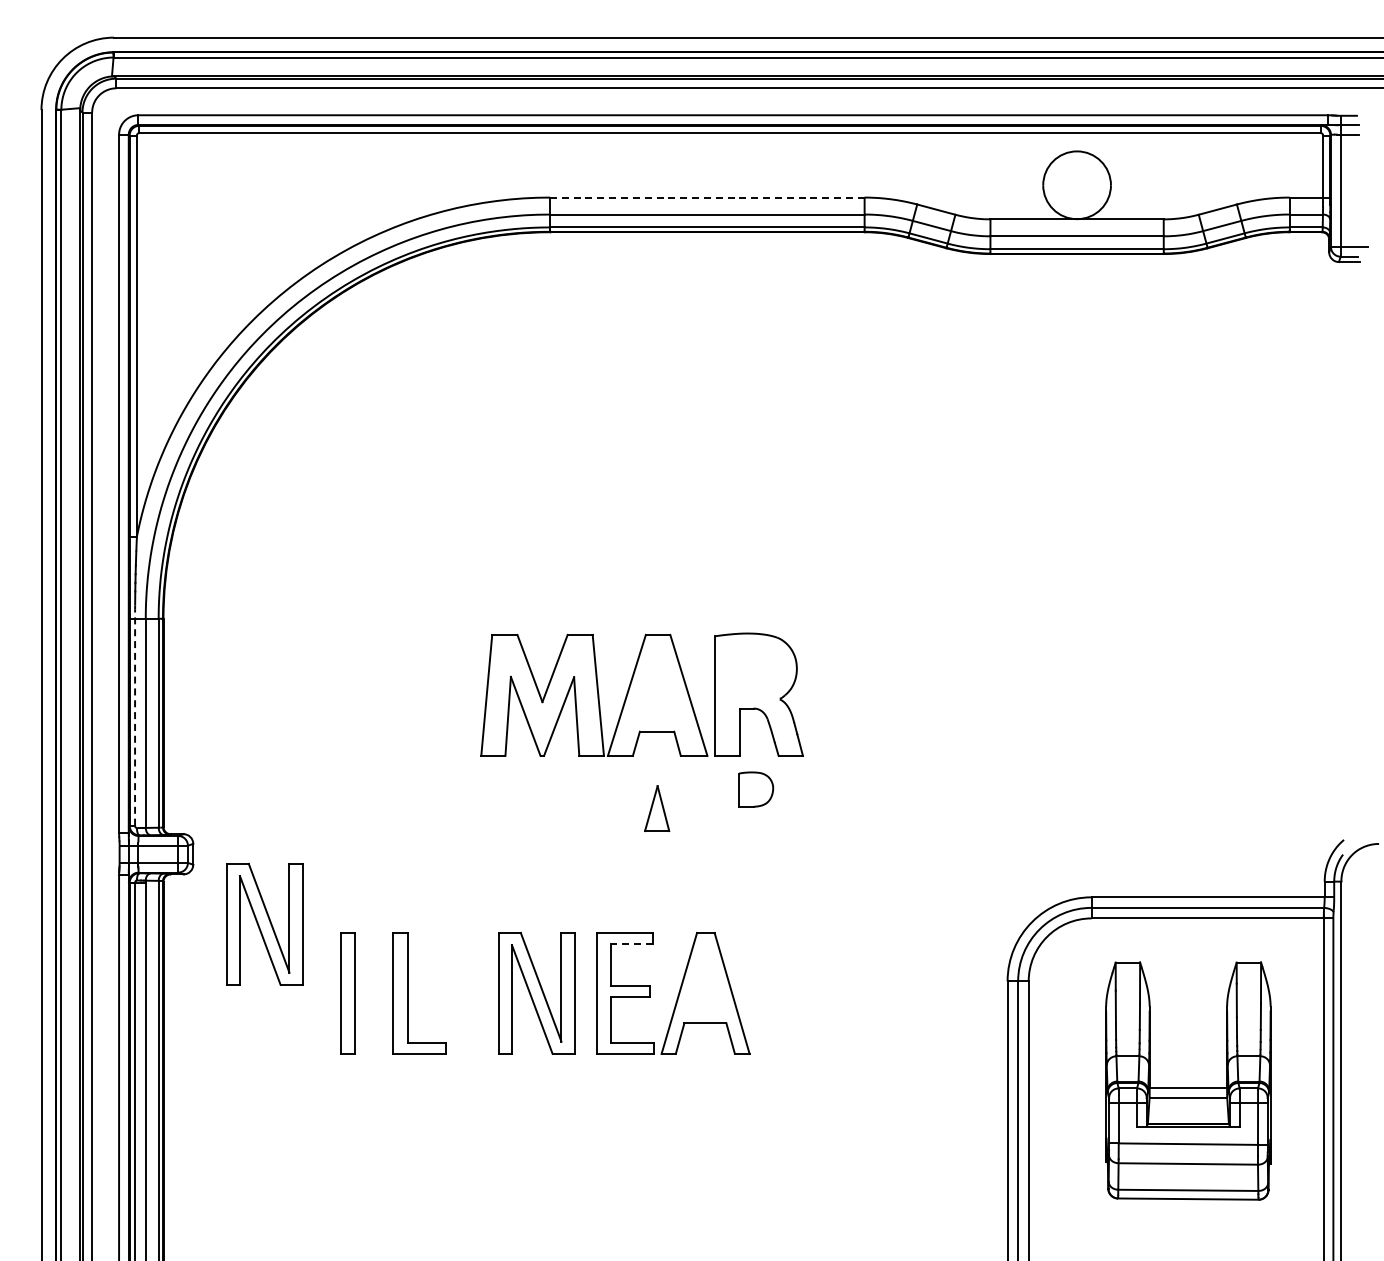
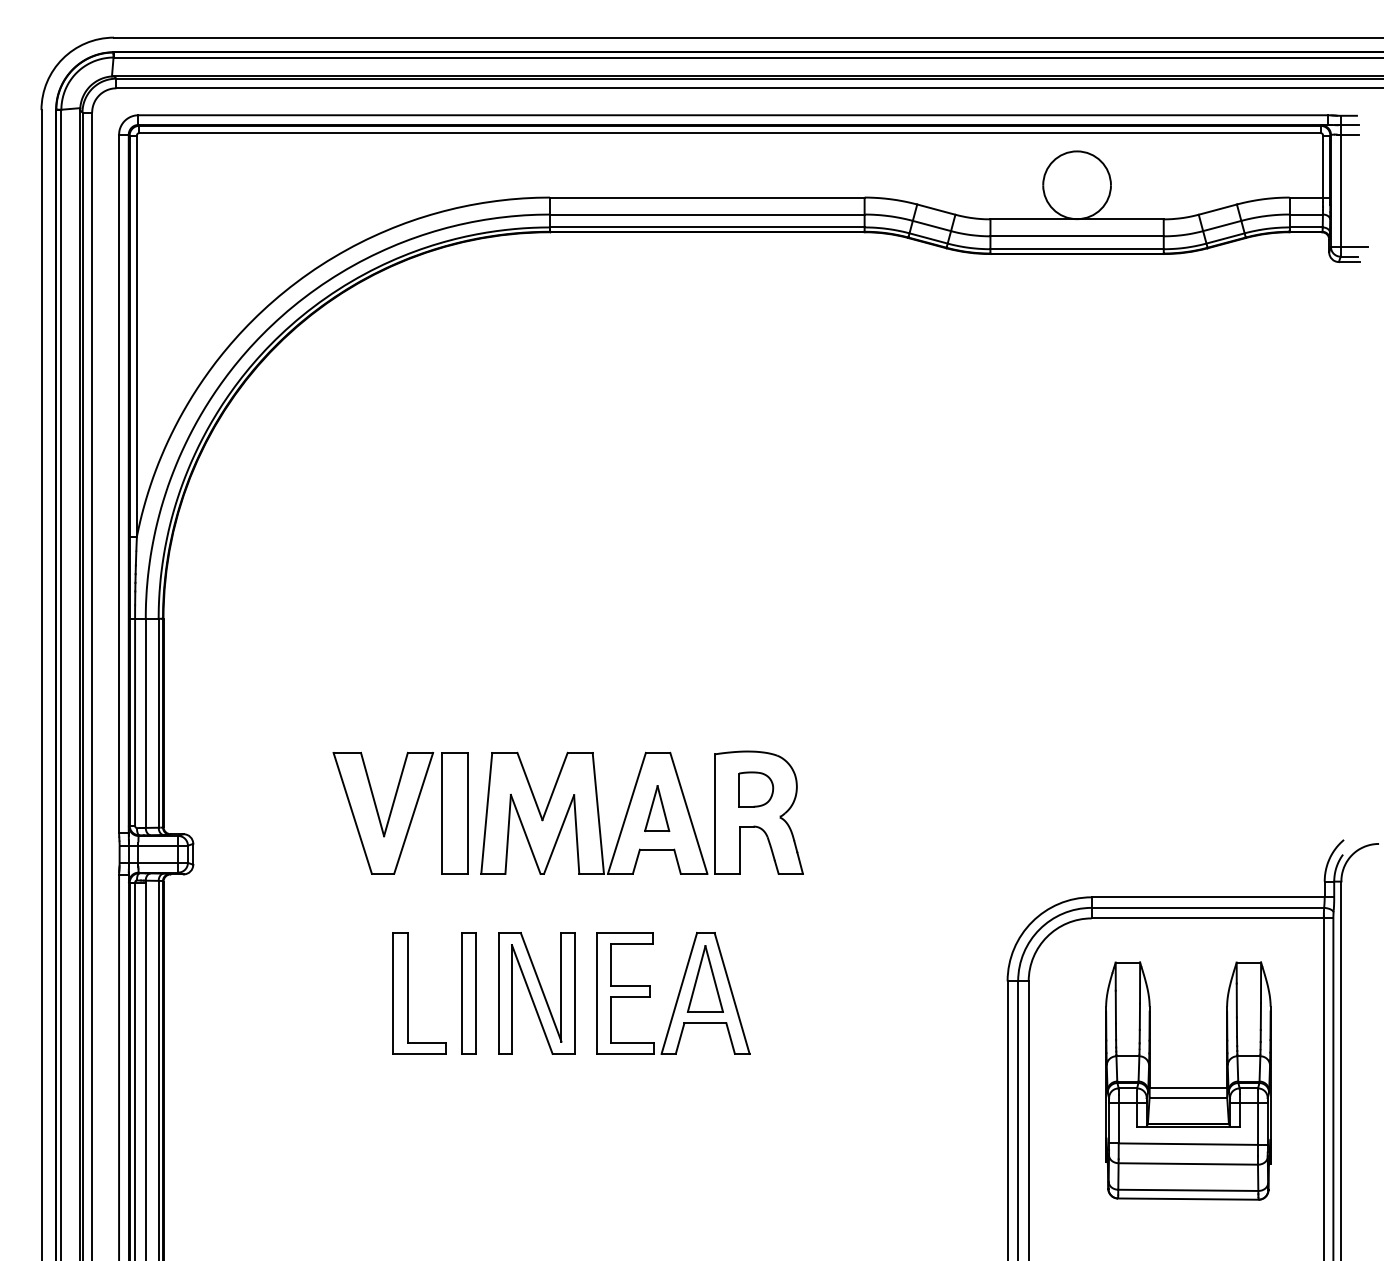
line at (707, 197): dashed -> solid
part at (641, 694) position: (641, 694) -> (641, 812)
line at (135, 713): dashed -> solid
part at (400, 812): none -> present
part at (264, 924): present -> none
line at (631, 944): dashed -> solid
part at (704, 978): none -> present
part at (347, 993) position: (347, 993) -> (468, 993)
